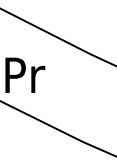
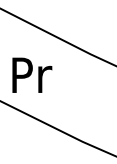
text at (25, 74) position: (25, 74) -> (32, 74)
